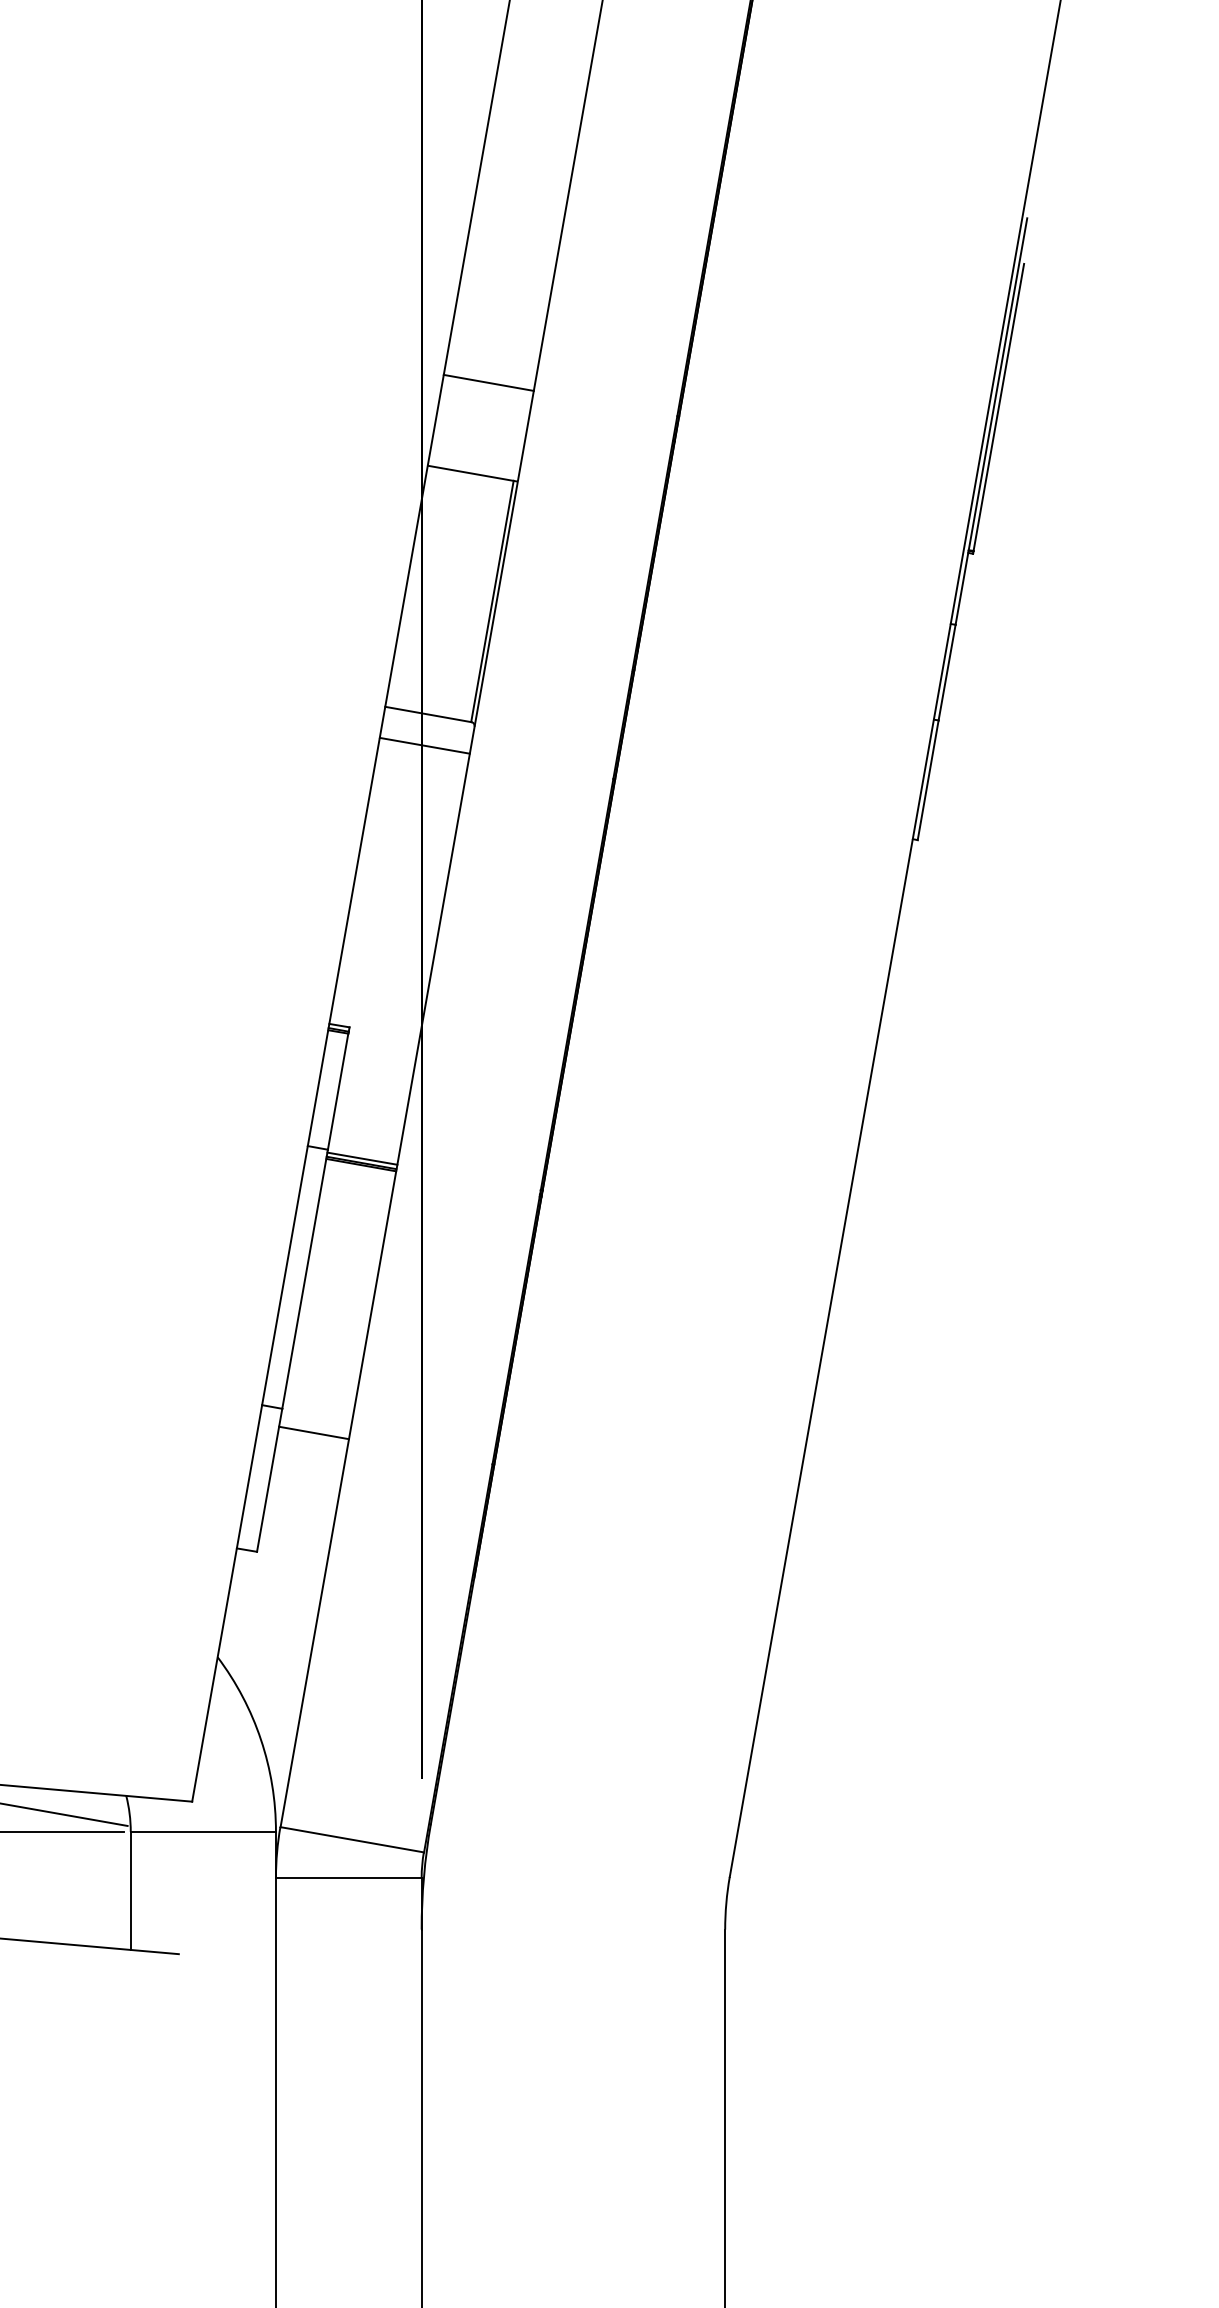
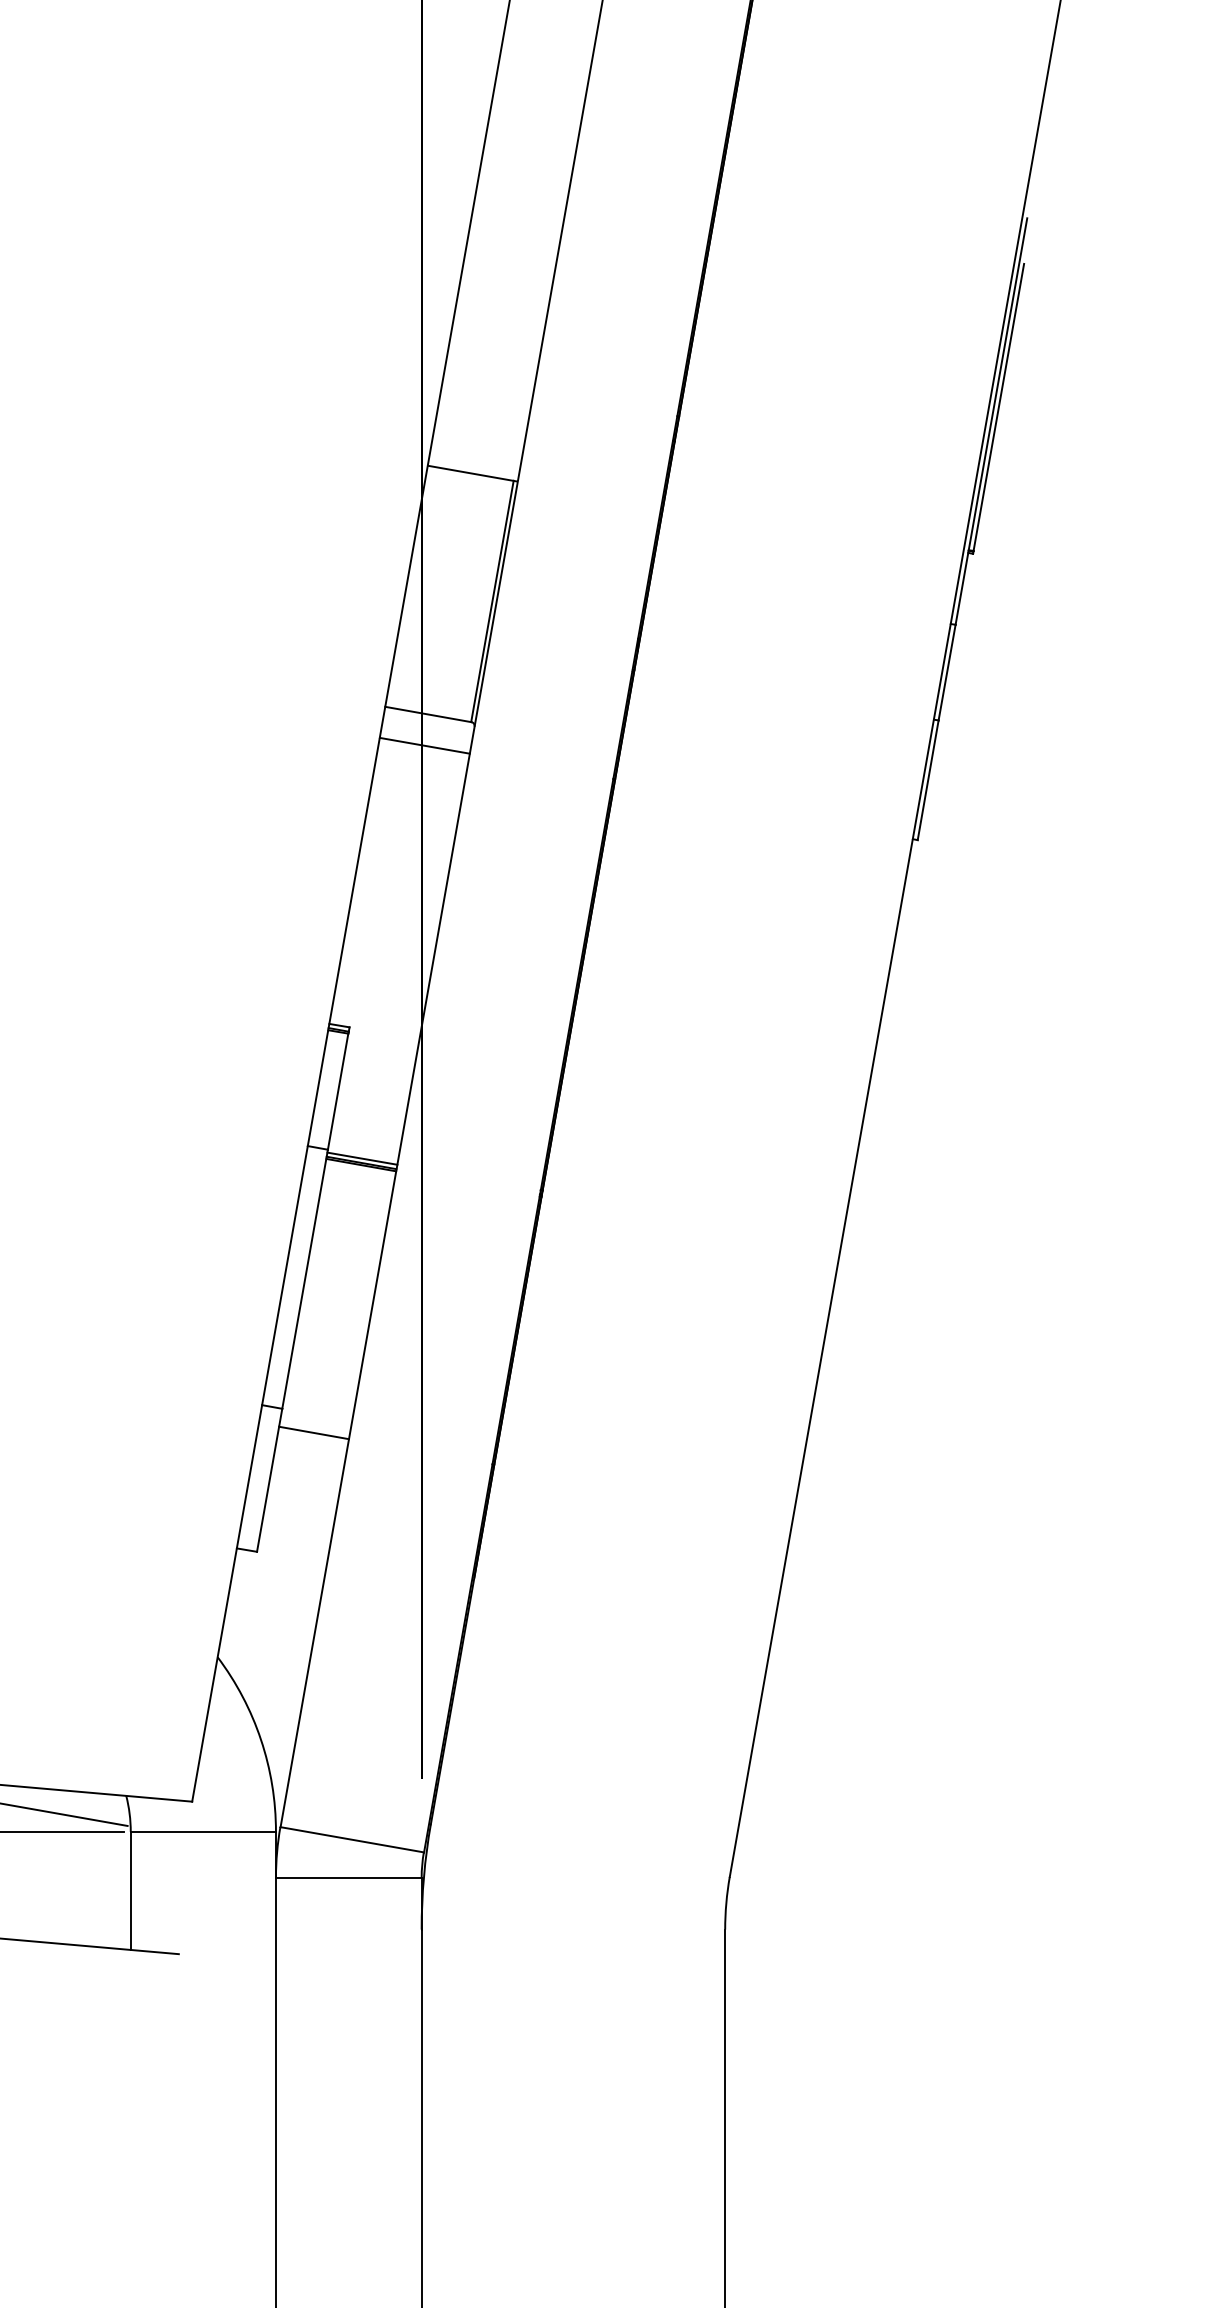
line at (488, 382): present -> none
